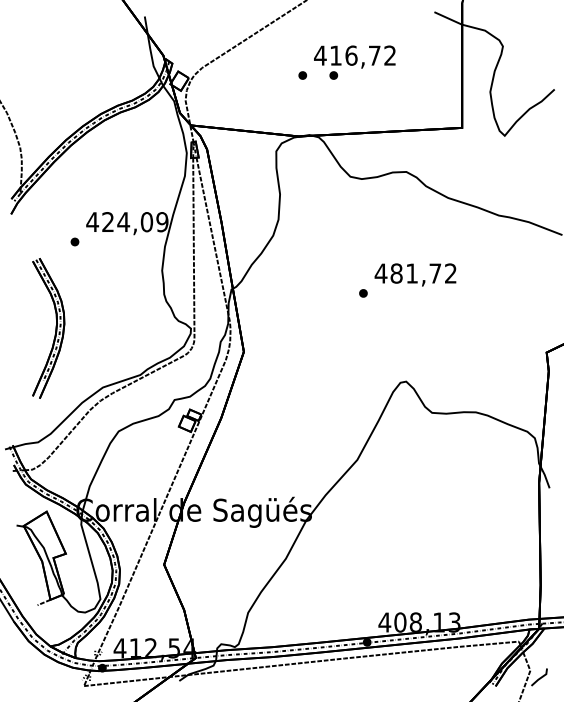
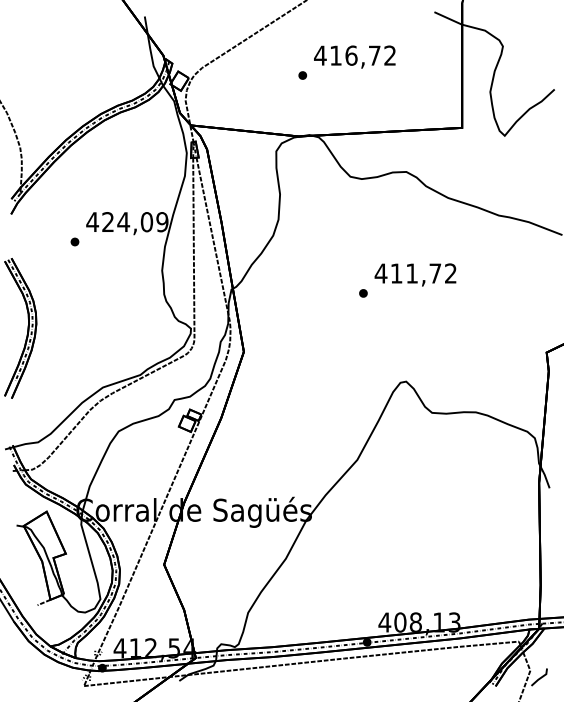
part at (333, 75): present -> none
text at (396, 273): 481,72 -> 411,72
part at (55, 328) position: (55, 328) -> (27, 328)
